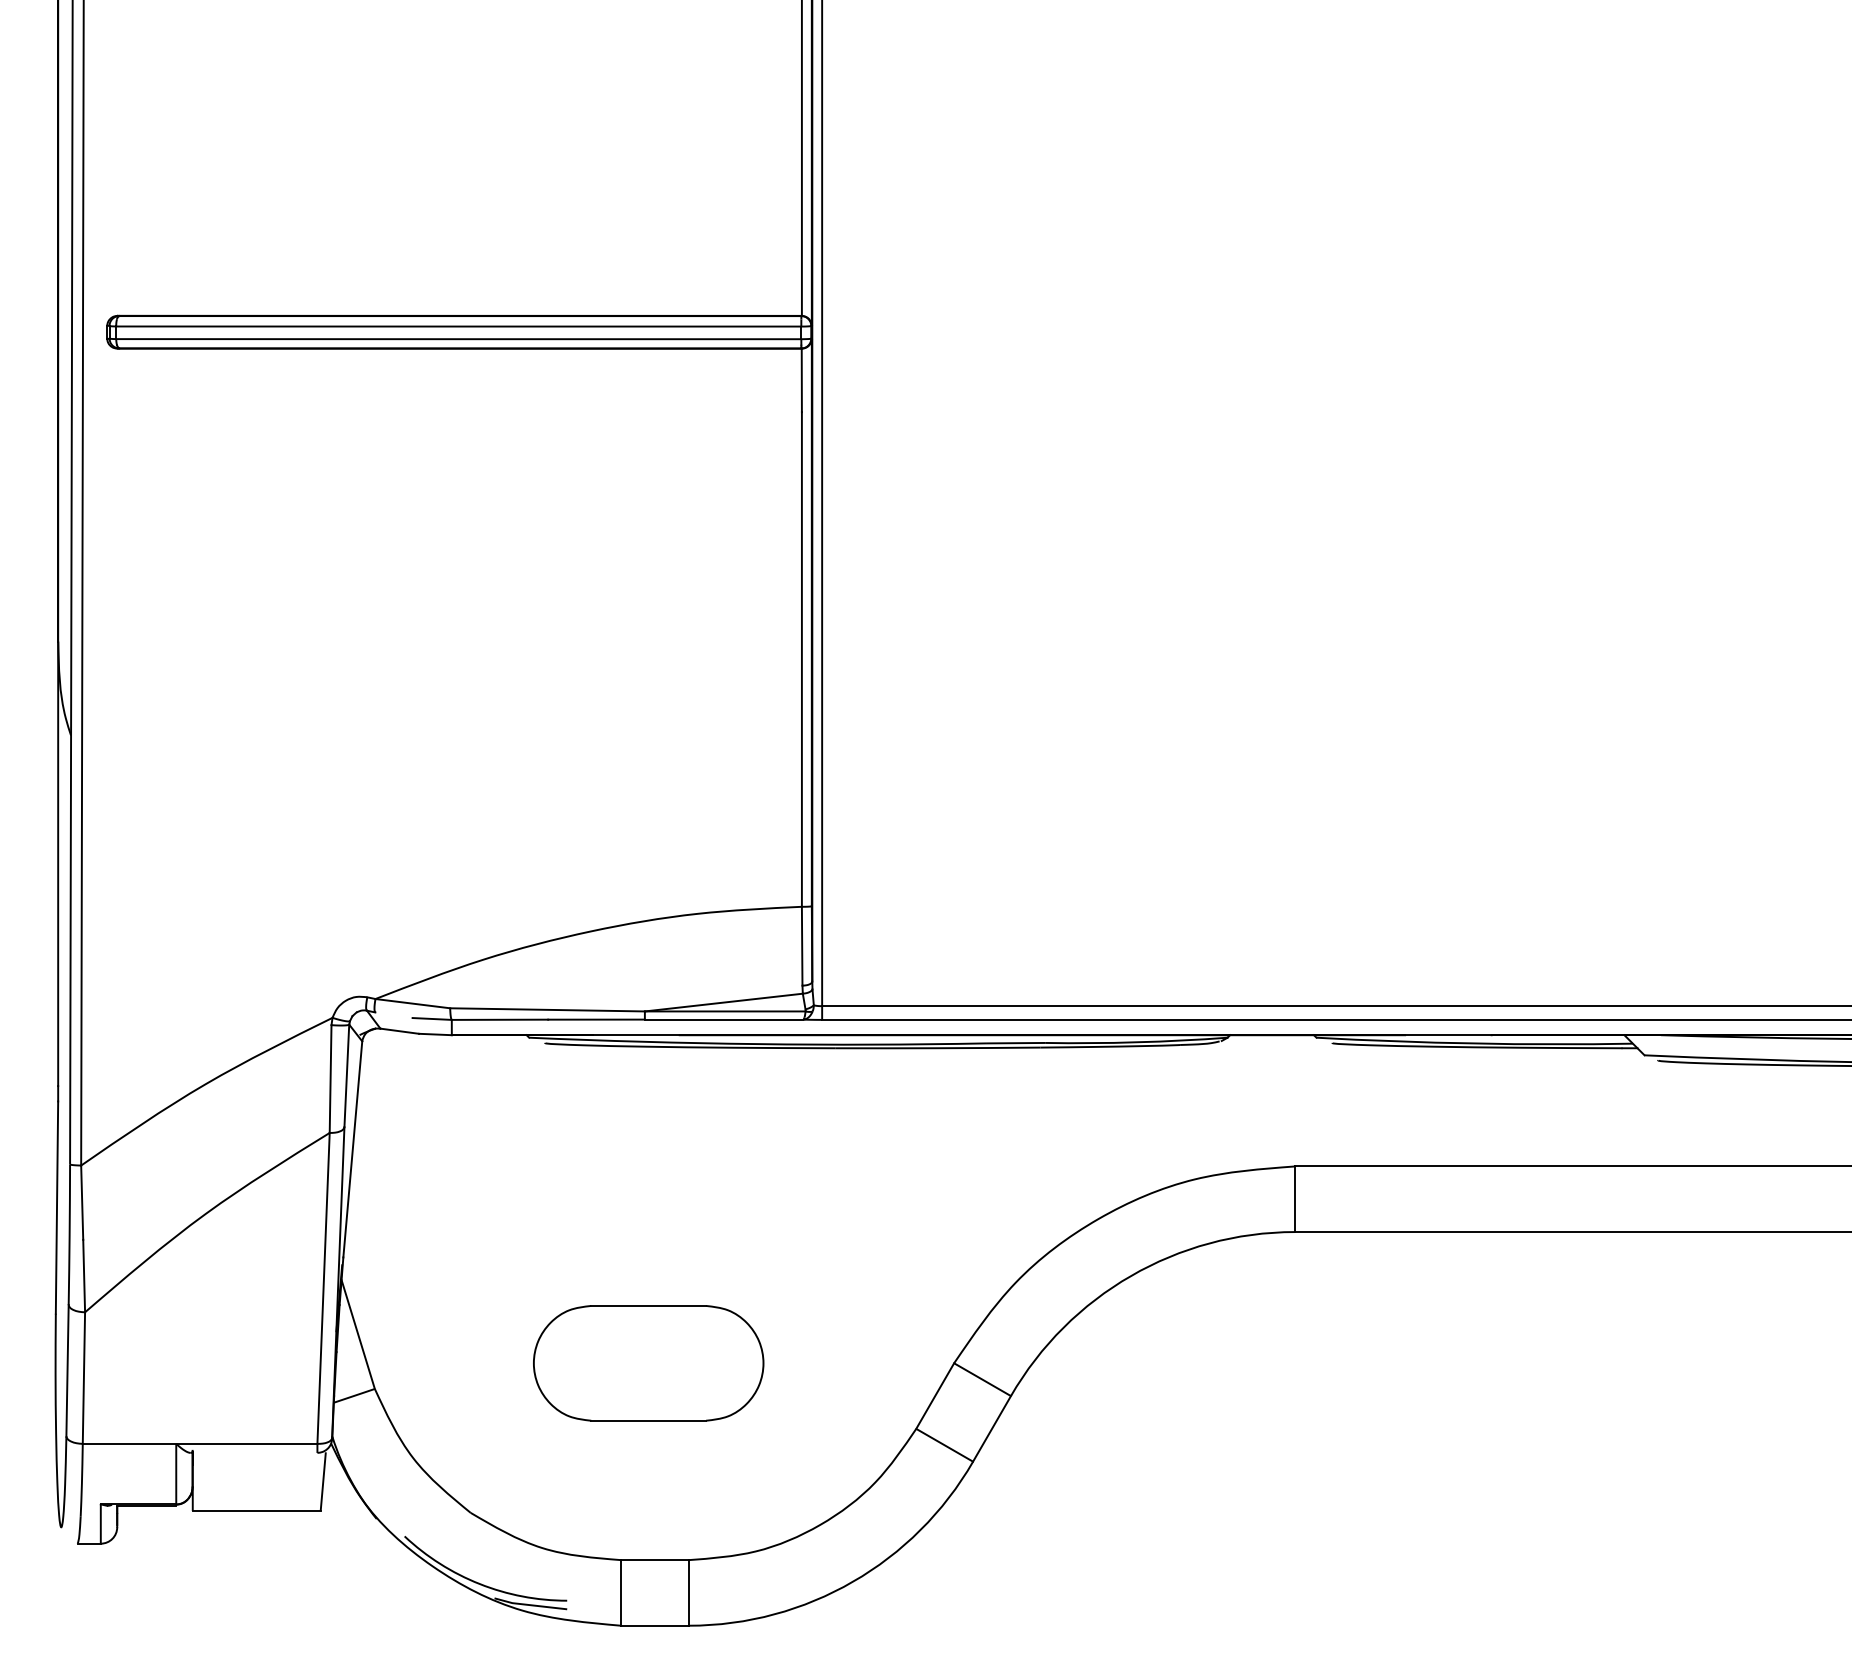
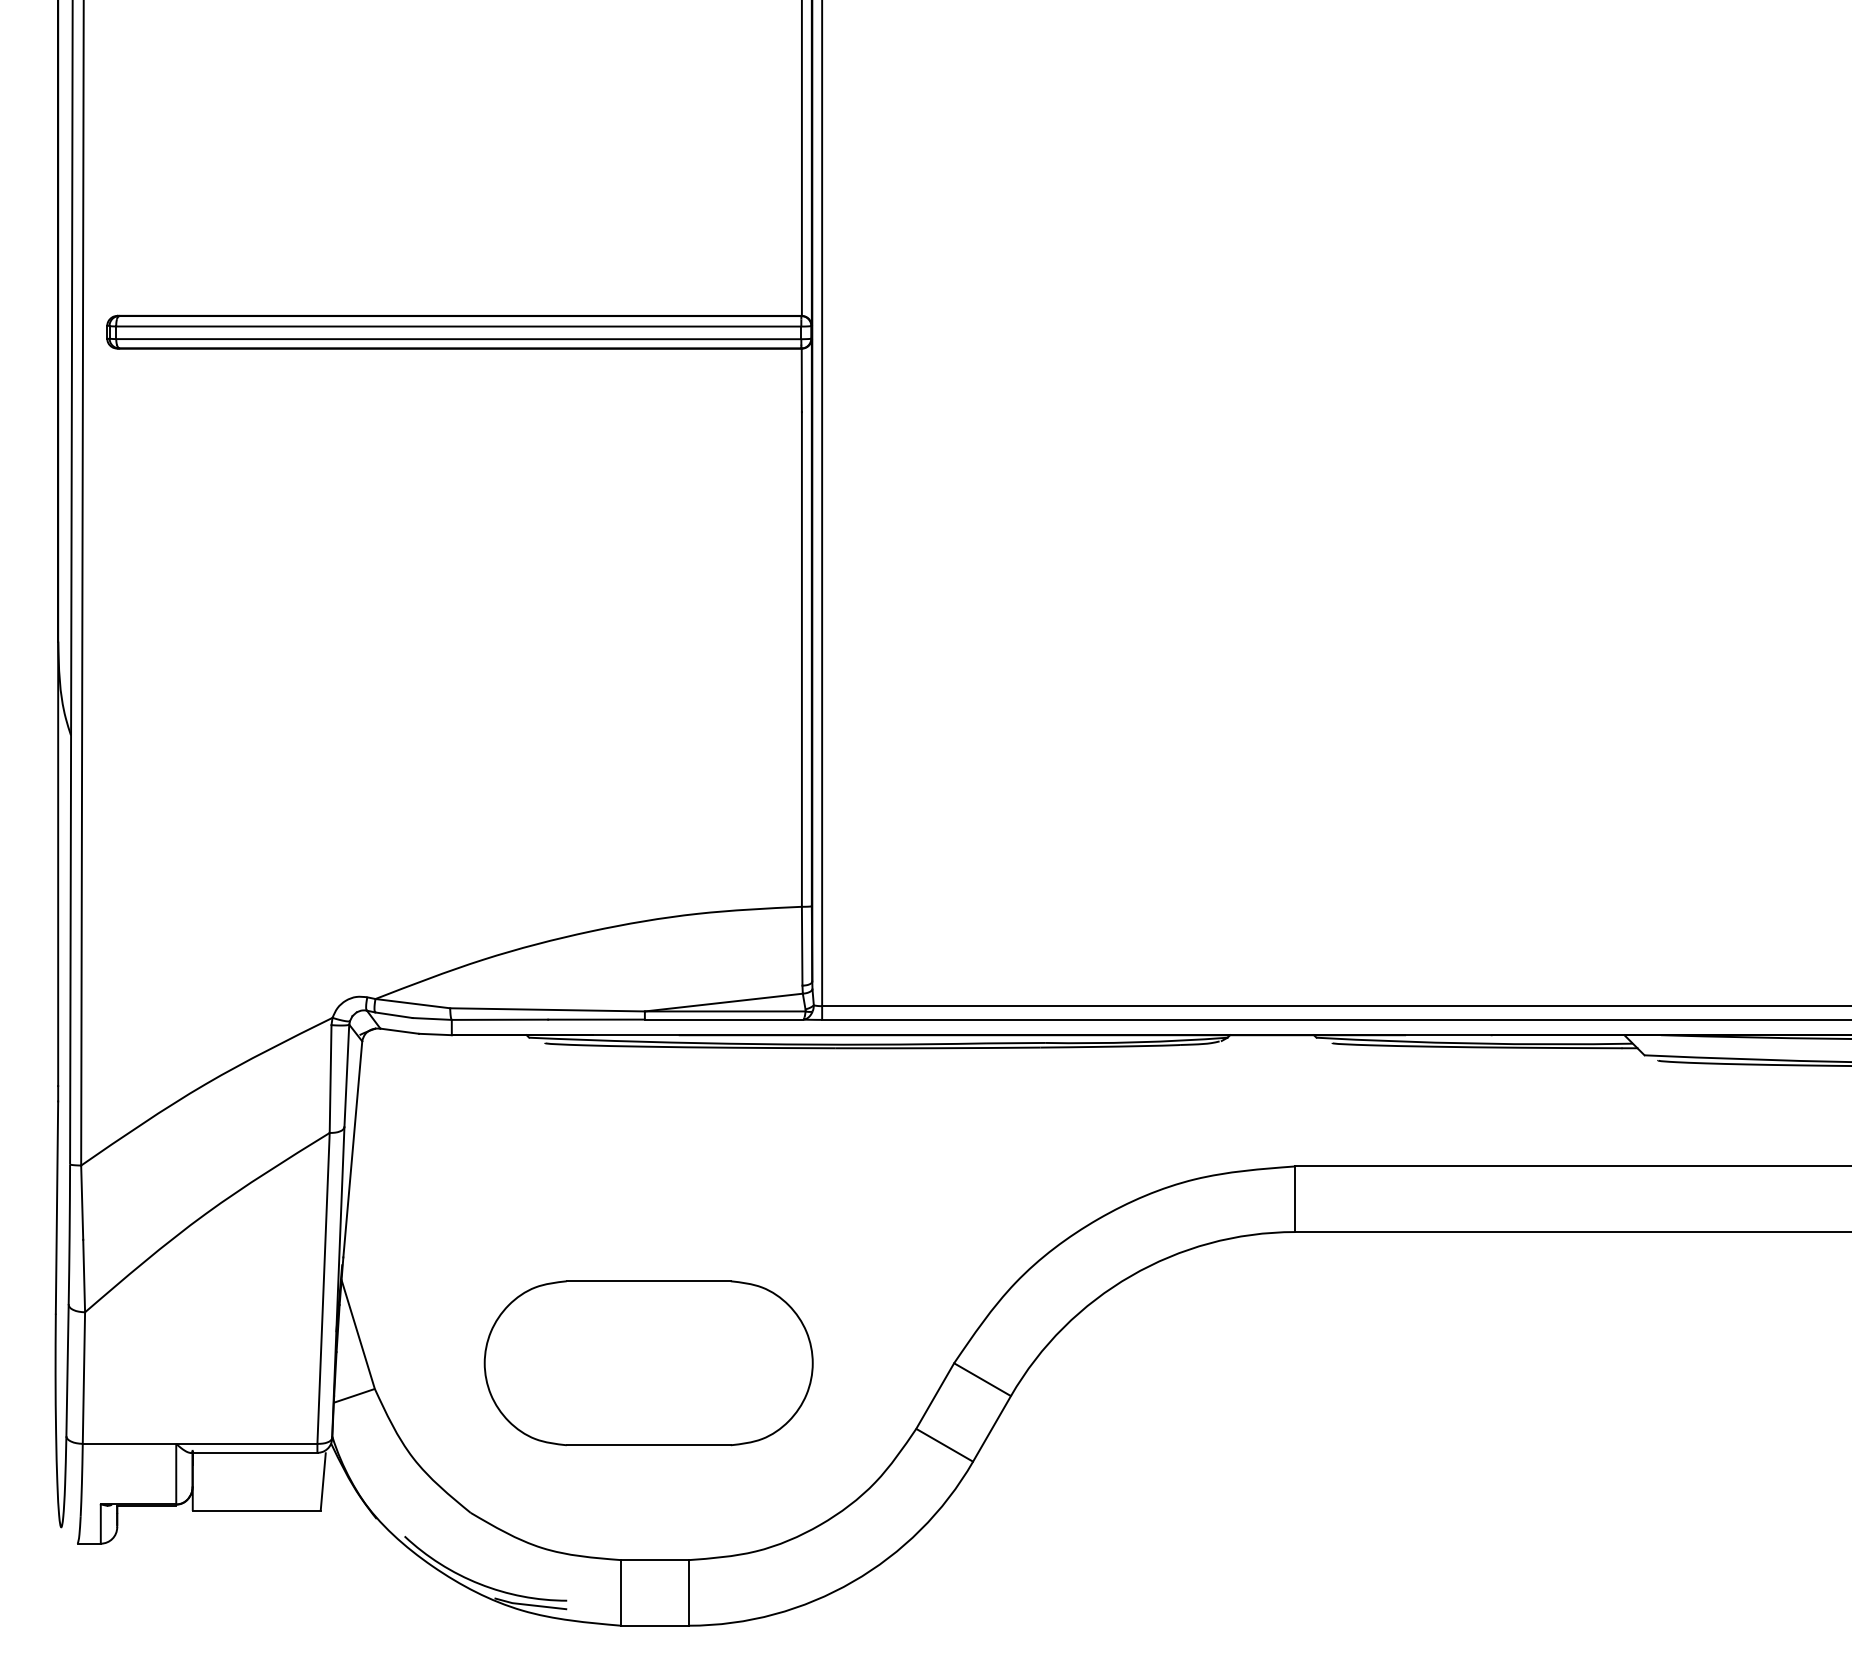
line at (393, 1015): none -> present
part at (648, 1363) size: 232x117 px -> 331x167 px
line at (253, 1452): none -> present
